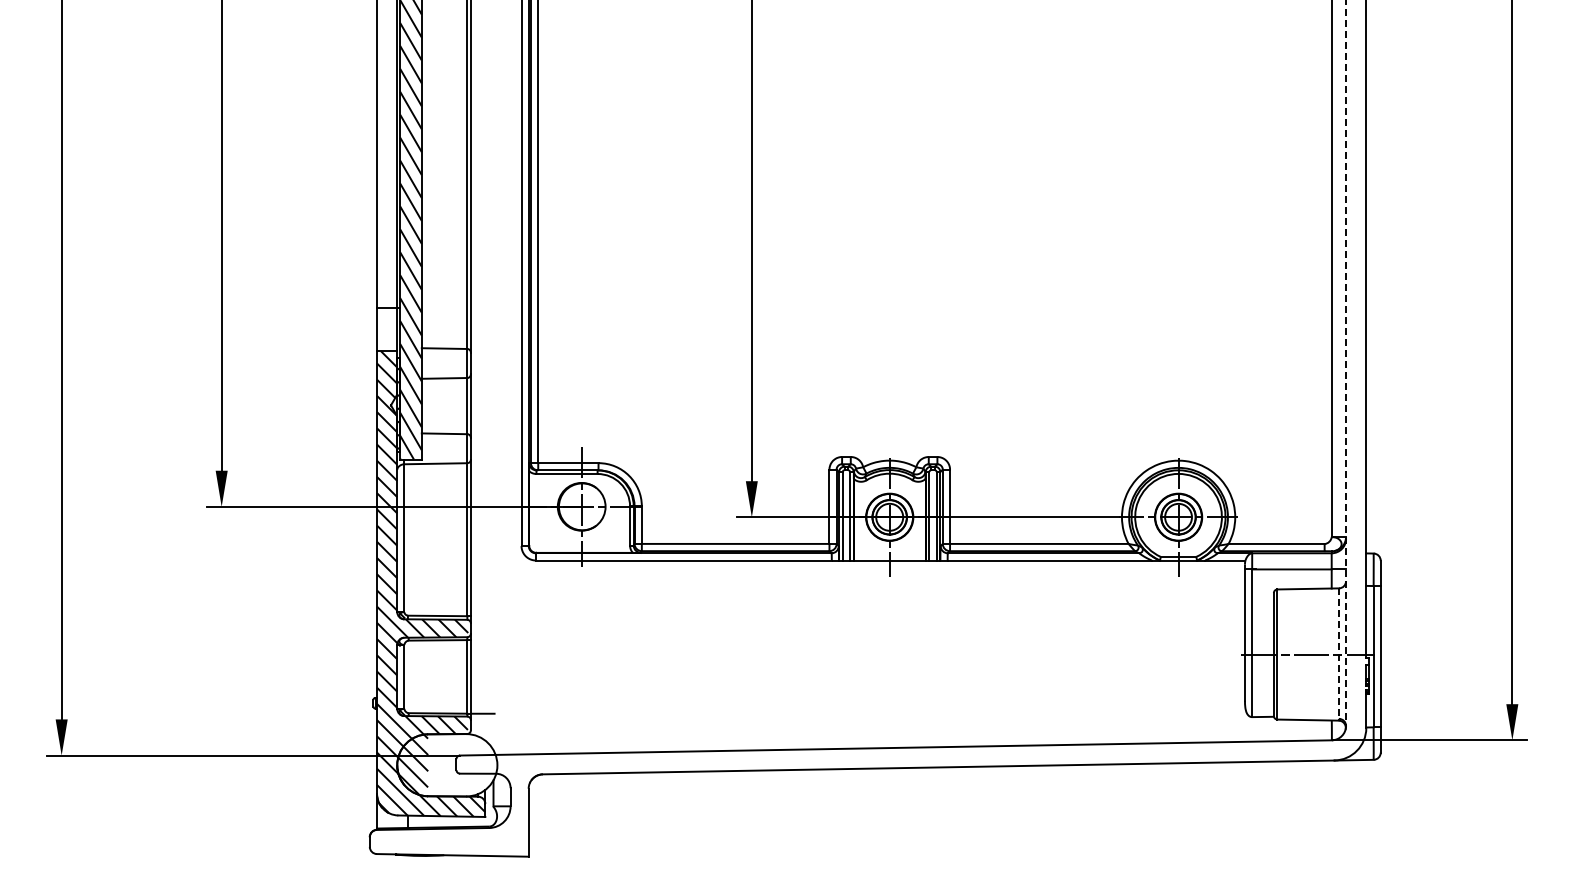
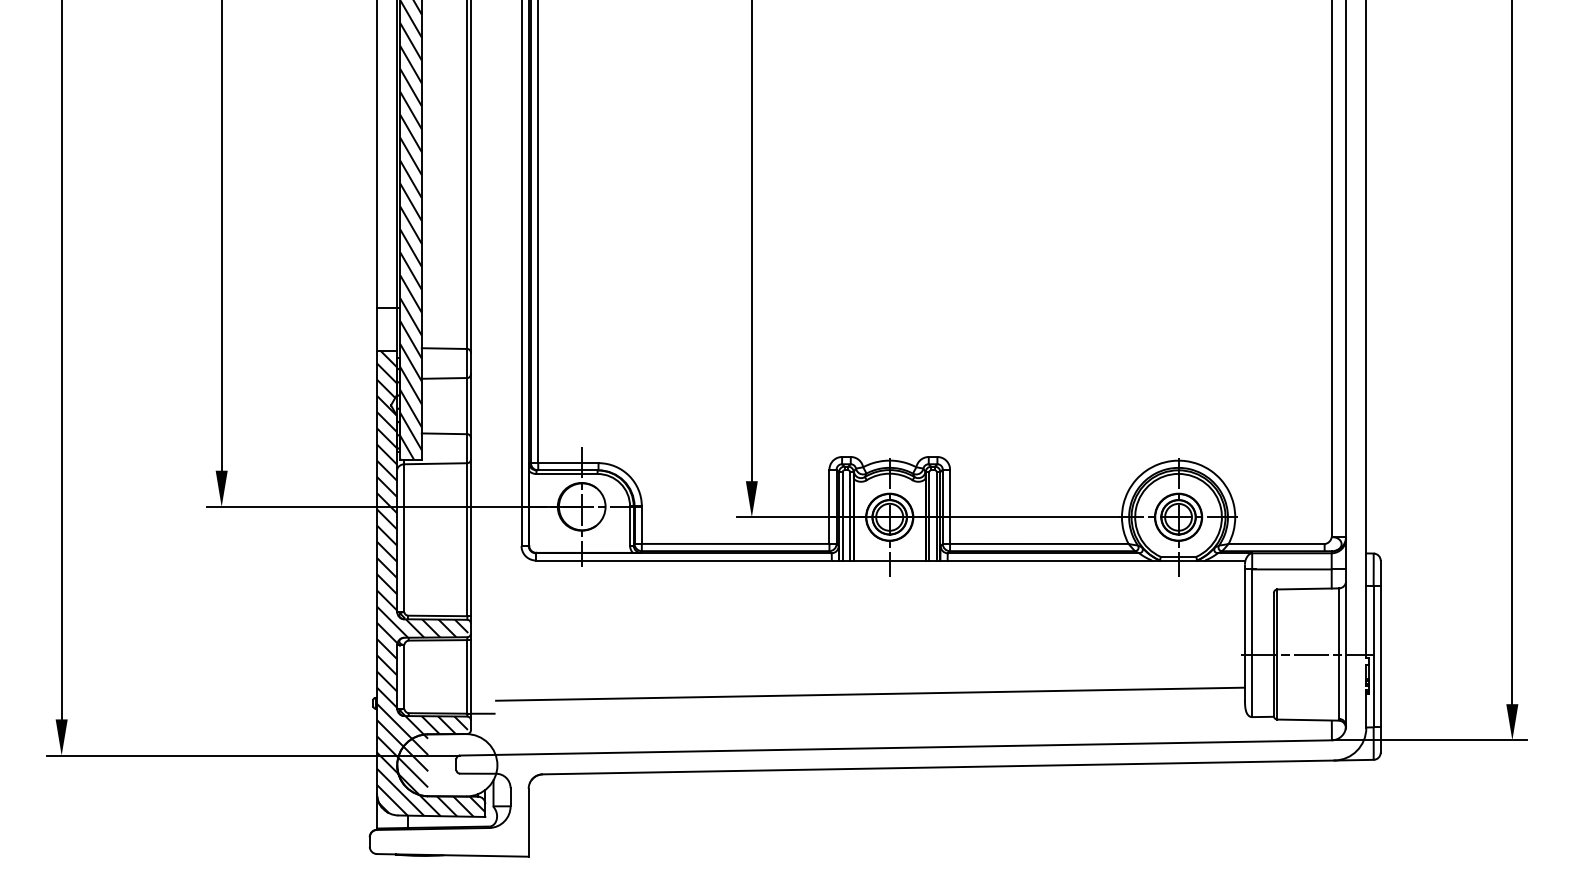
line at (1346, 362): dashed -> solid
line at (1338, 654): dashed -> solid
line at (870, 693): none -> present
